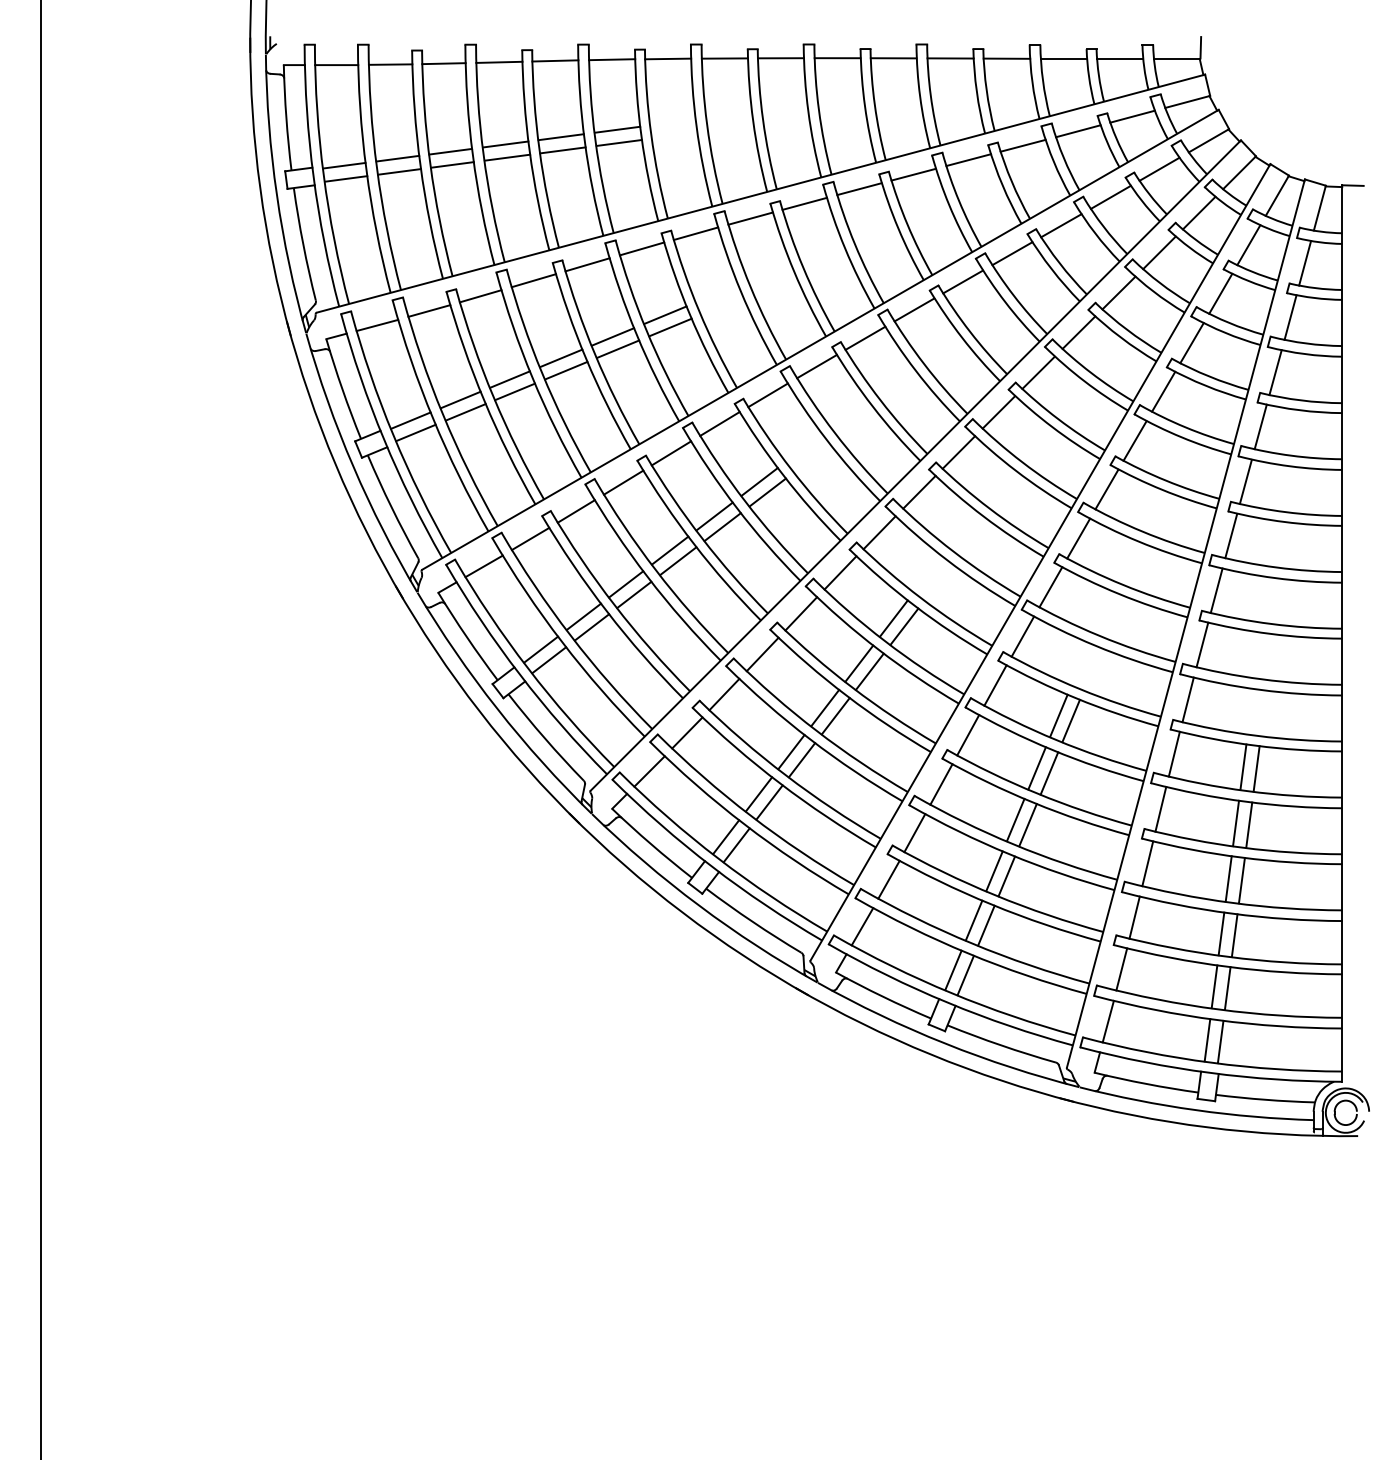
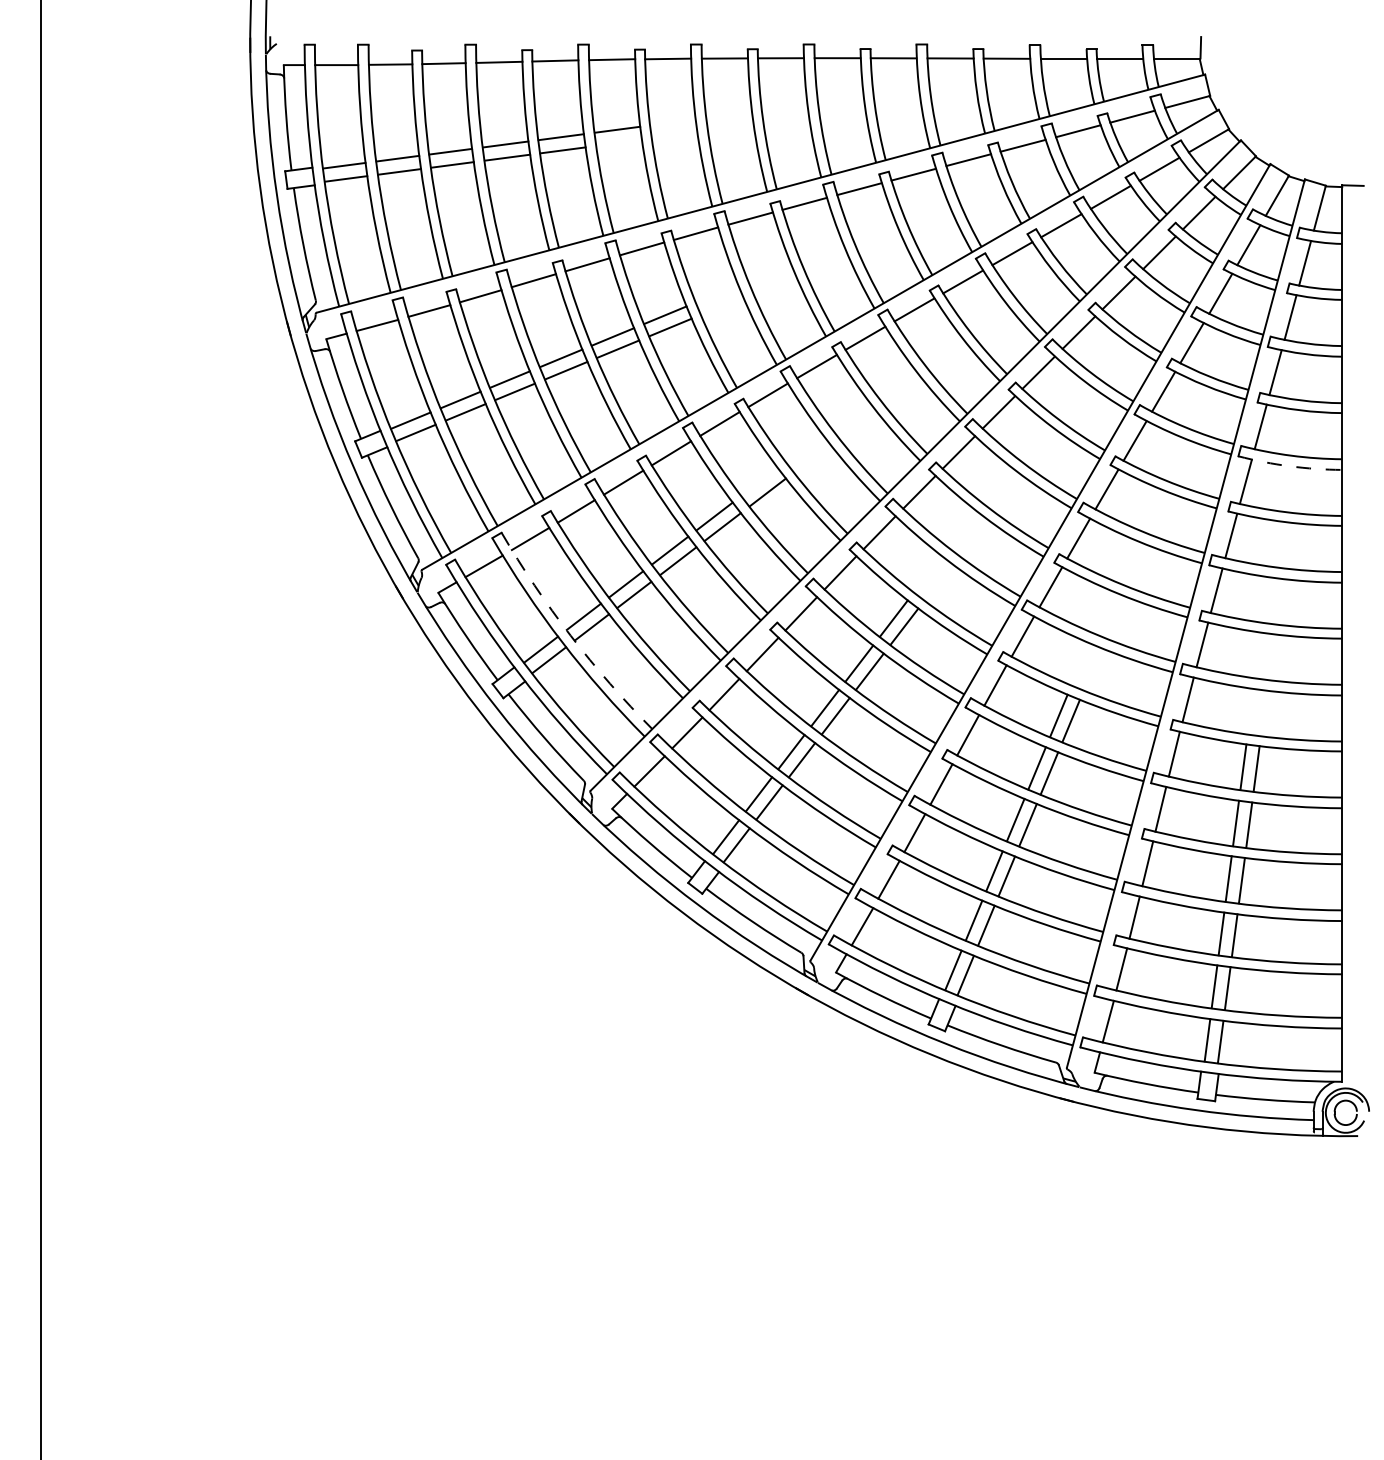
line at (618, 142): present -> none
arc at (1289, 466): solid -> dashed
line at (759, 481): present -> none
arc at (570, 635): solid -> dashed
